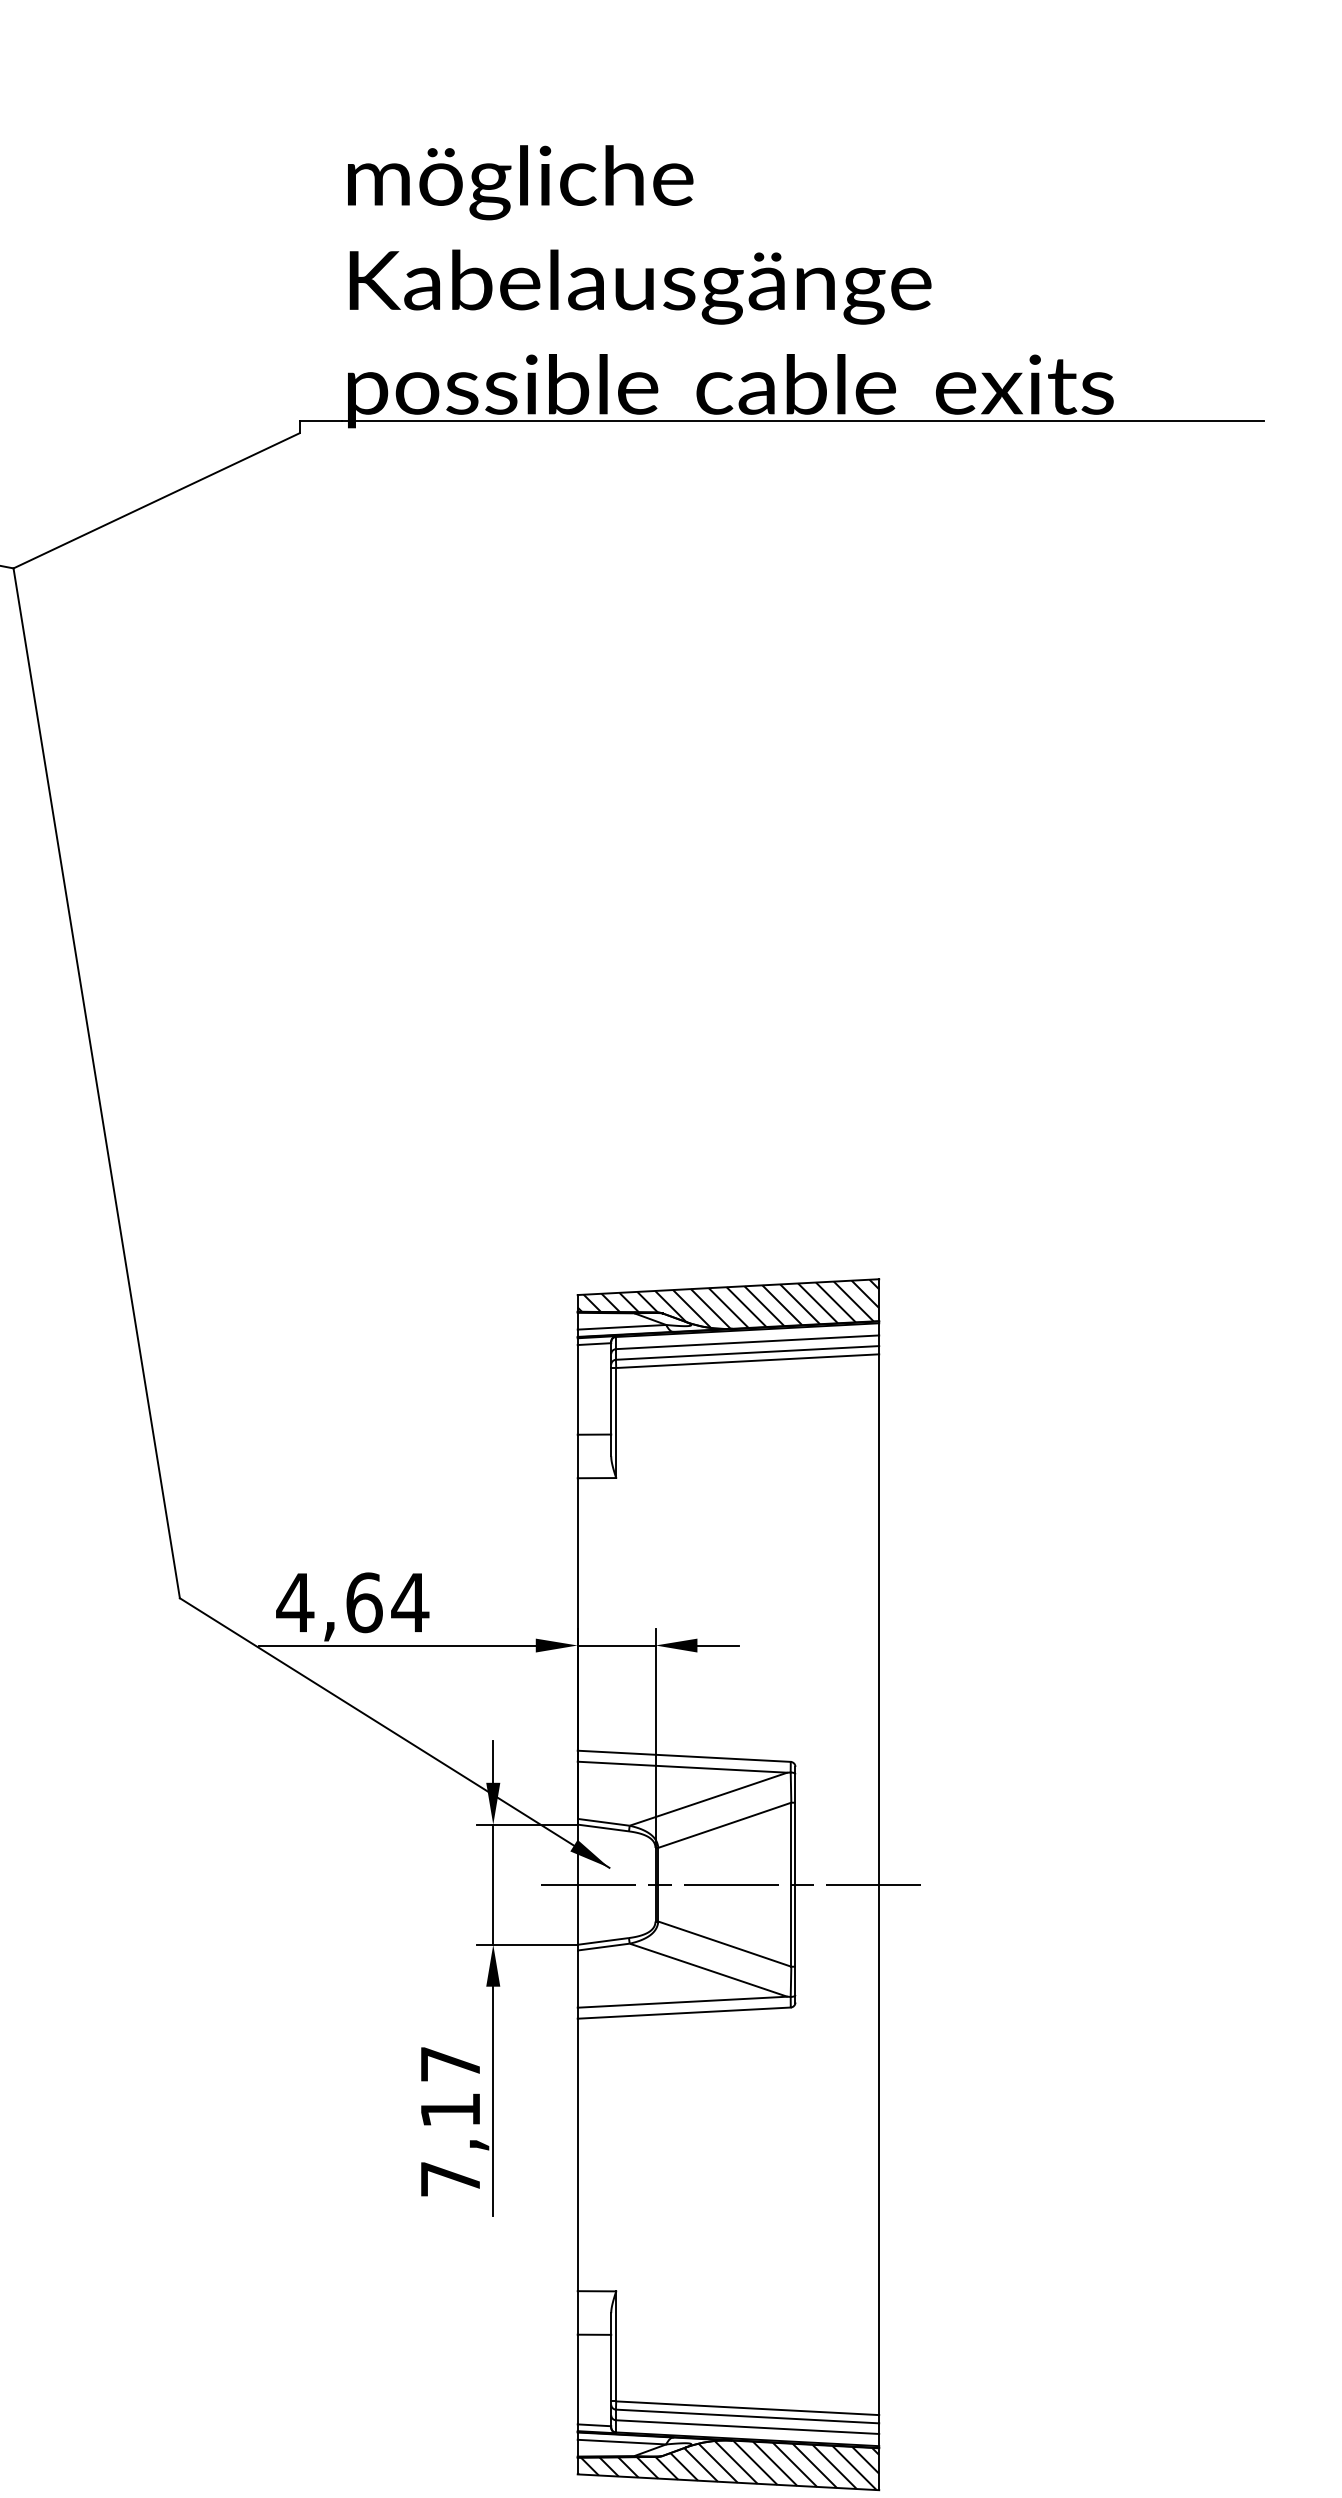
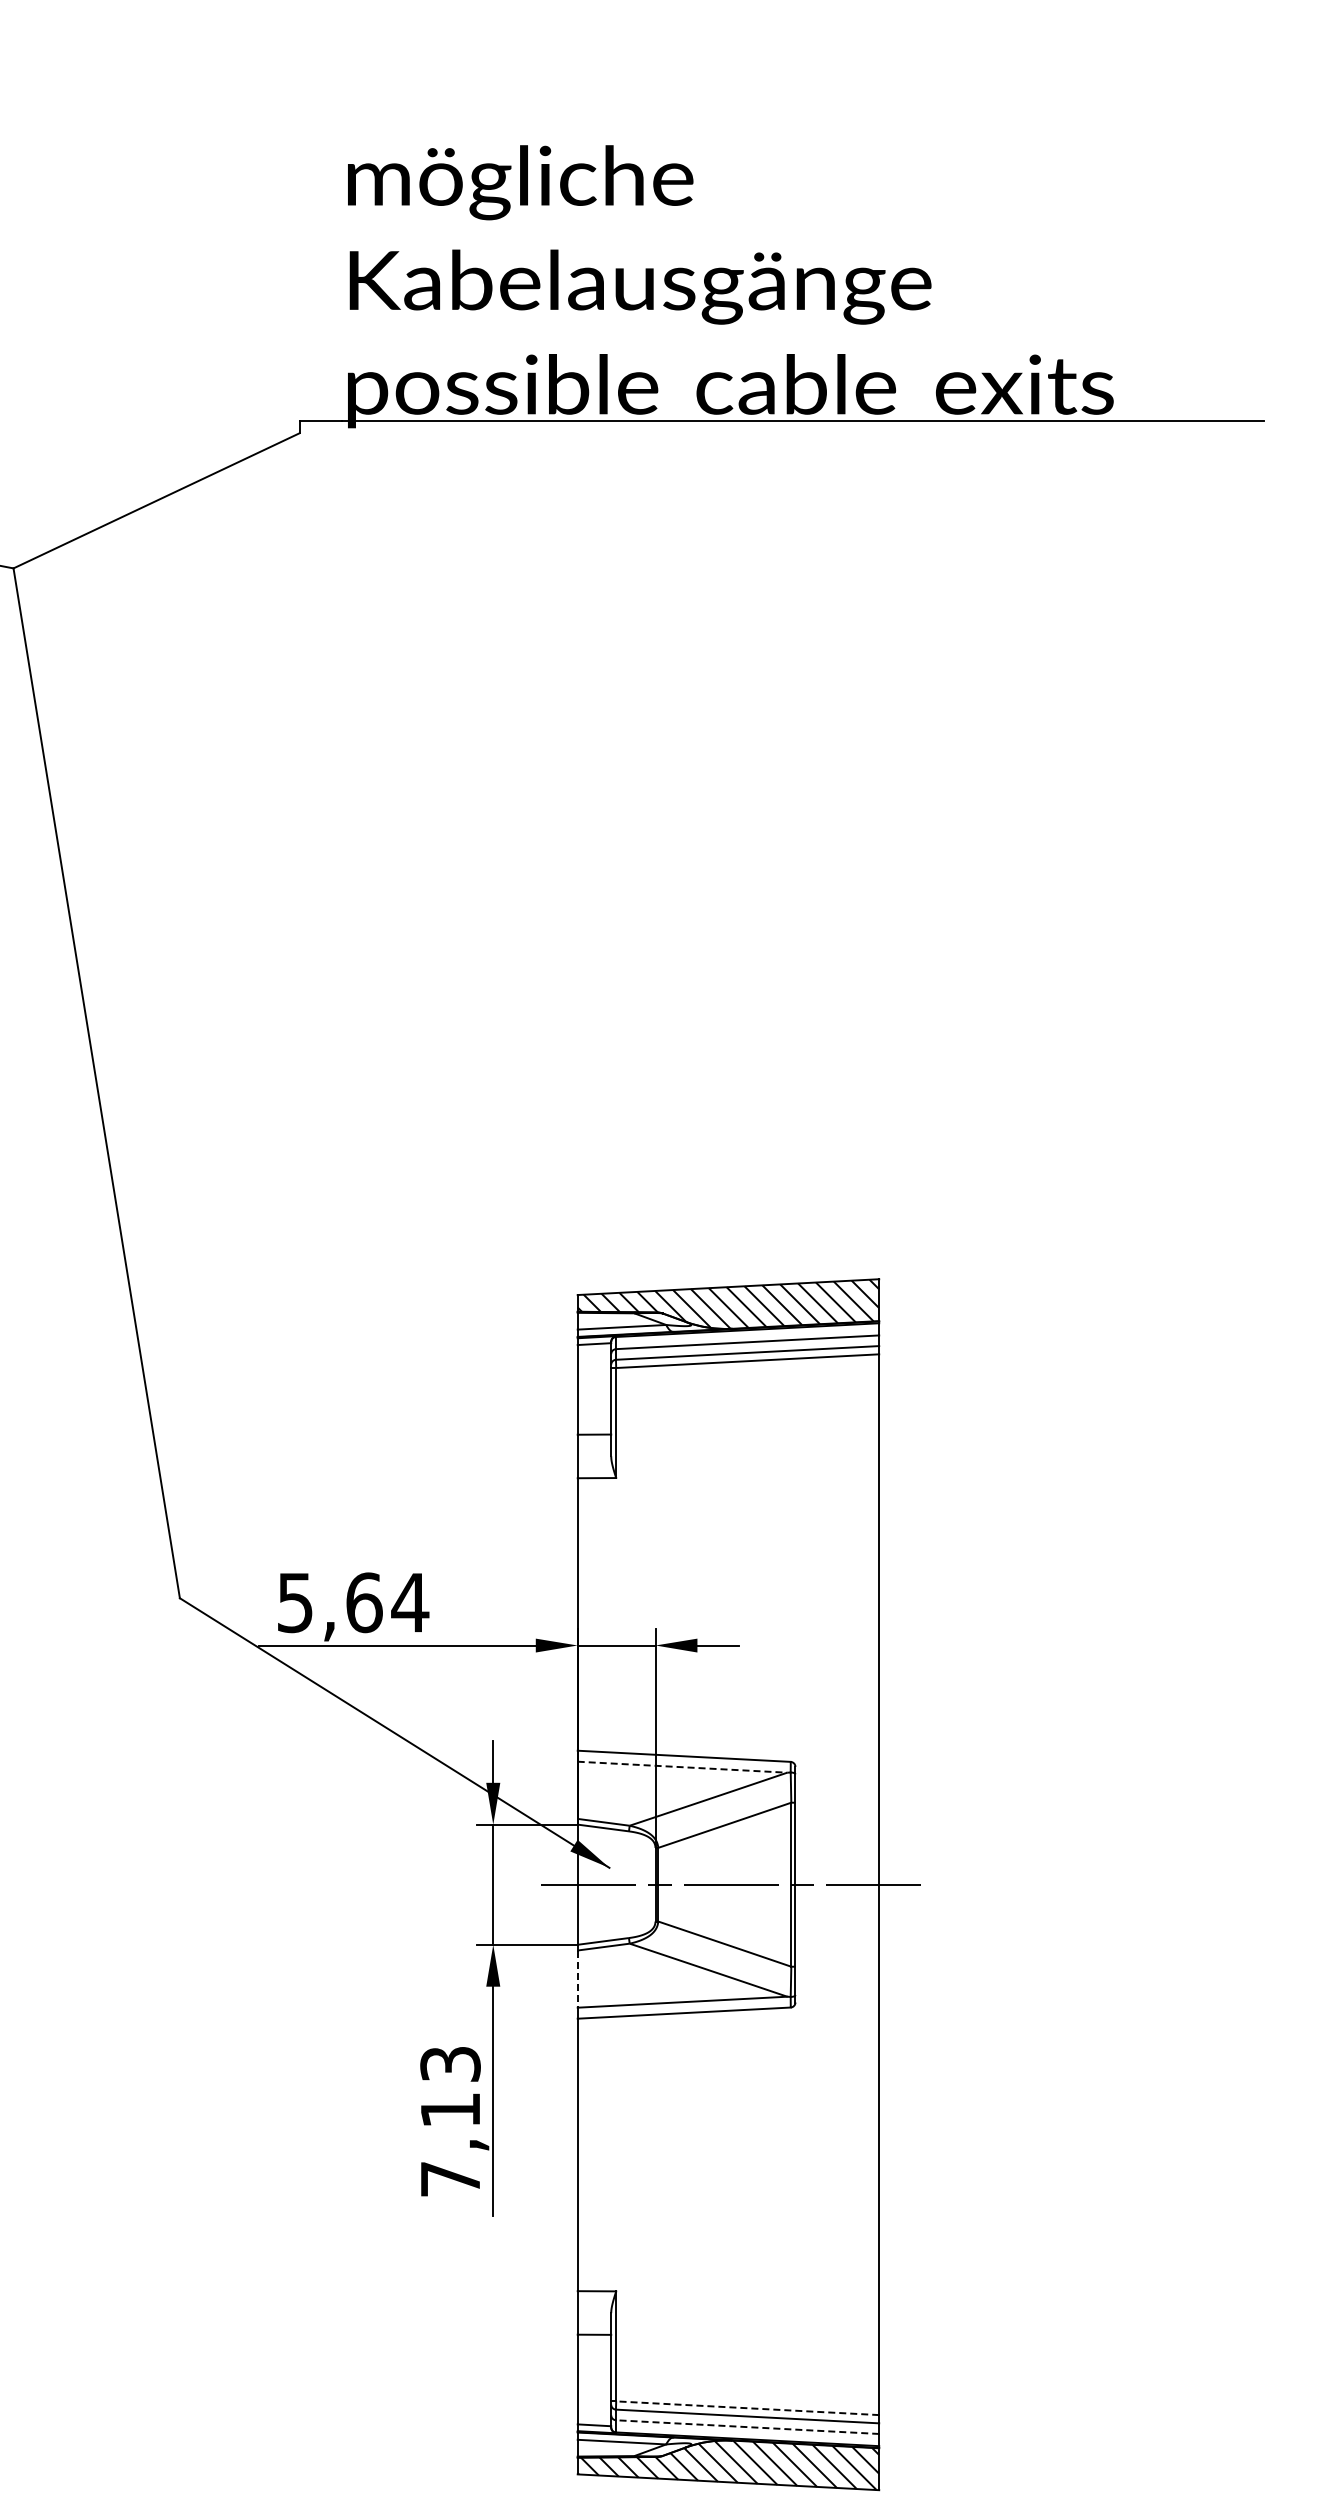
text at (295, 1603): 4,64 -> 5,64
line at (682, 1767): solid -> dashed
line at (577, 1979): solid -> dashed
text at (450, 2064): 7,17 -> 7,13
line at (747, 2408): solid -> dashed
line at (747, 2427): solid -> dashed
